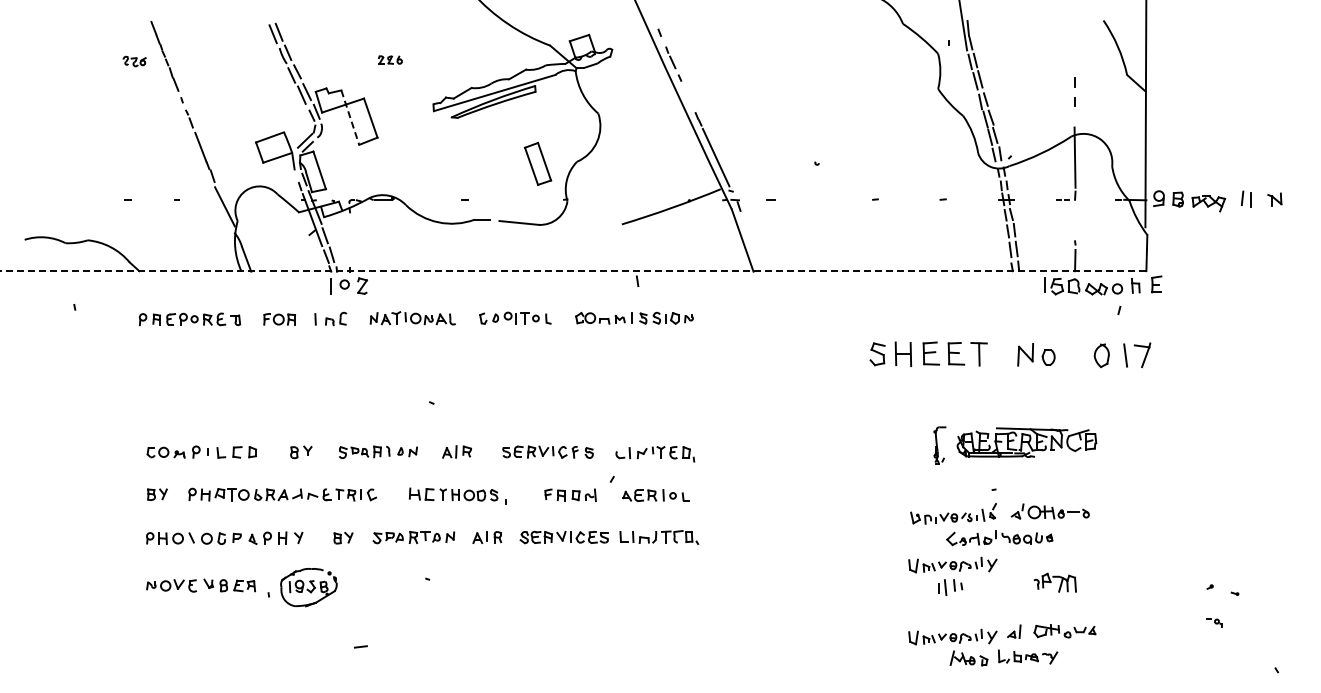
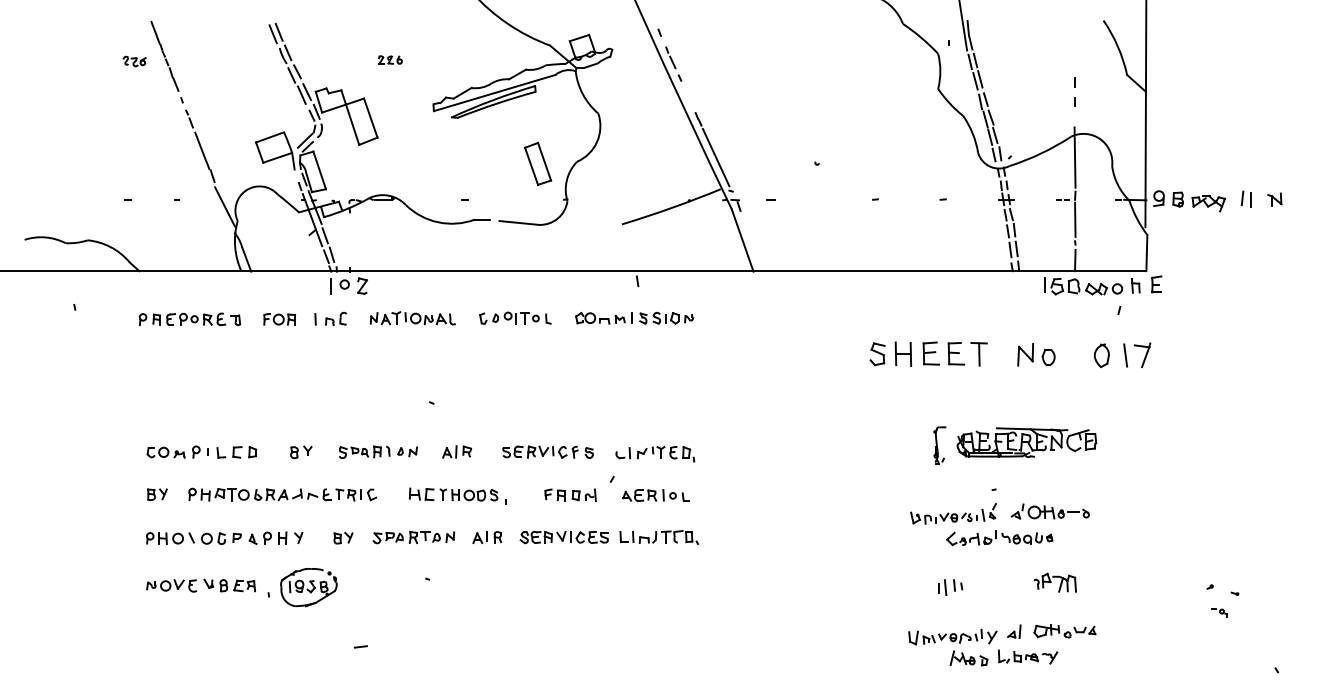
line at (350, 117): dashed -> solid
line at (1075, 219): none -> present
line at (573, 271): dashed -> solid
part at (952, 564): present -> none
part at (1214, 622) position: (1214, 622) -> (1219, 612)
